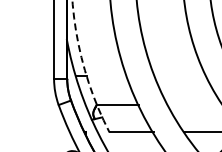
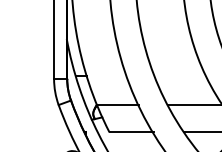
arc at (84, 68): dashed -> solid
line at (193, 104): none -> present
